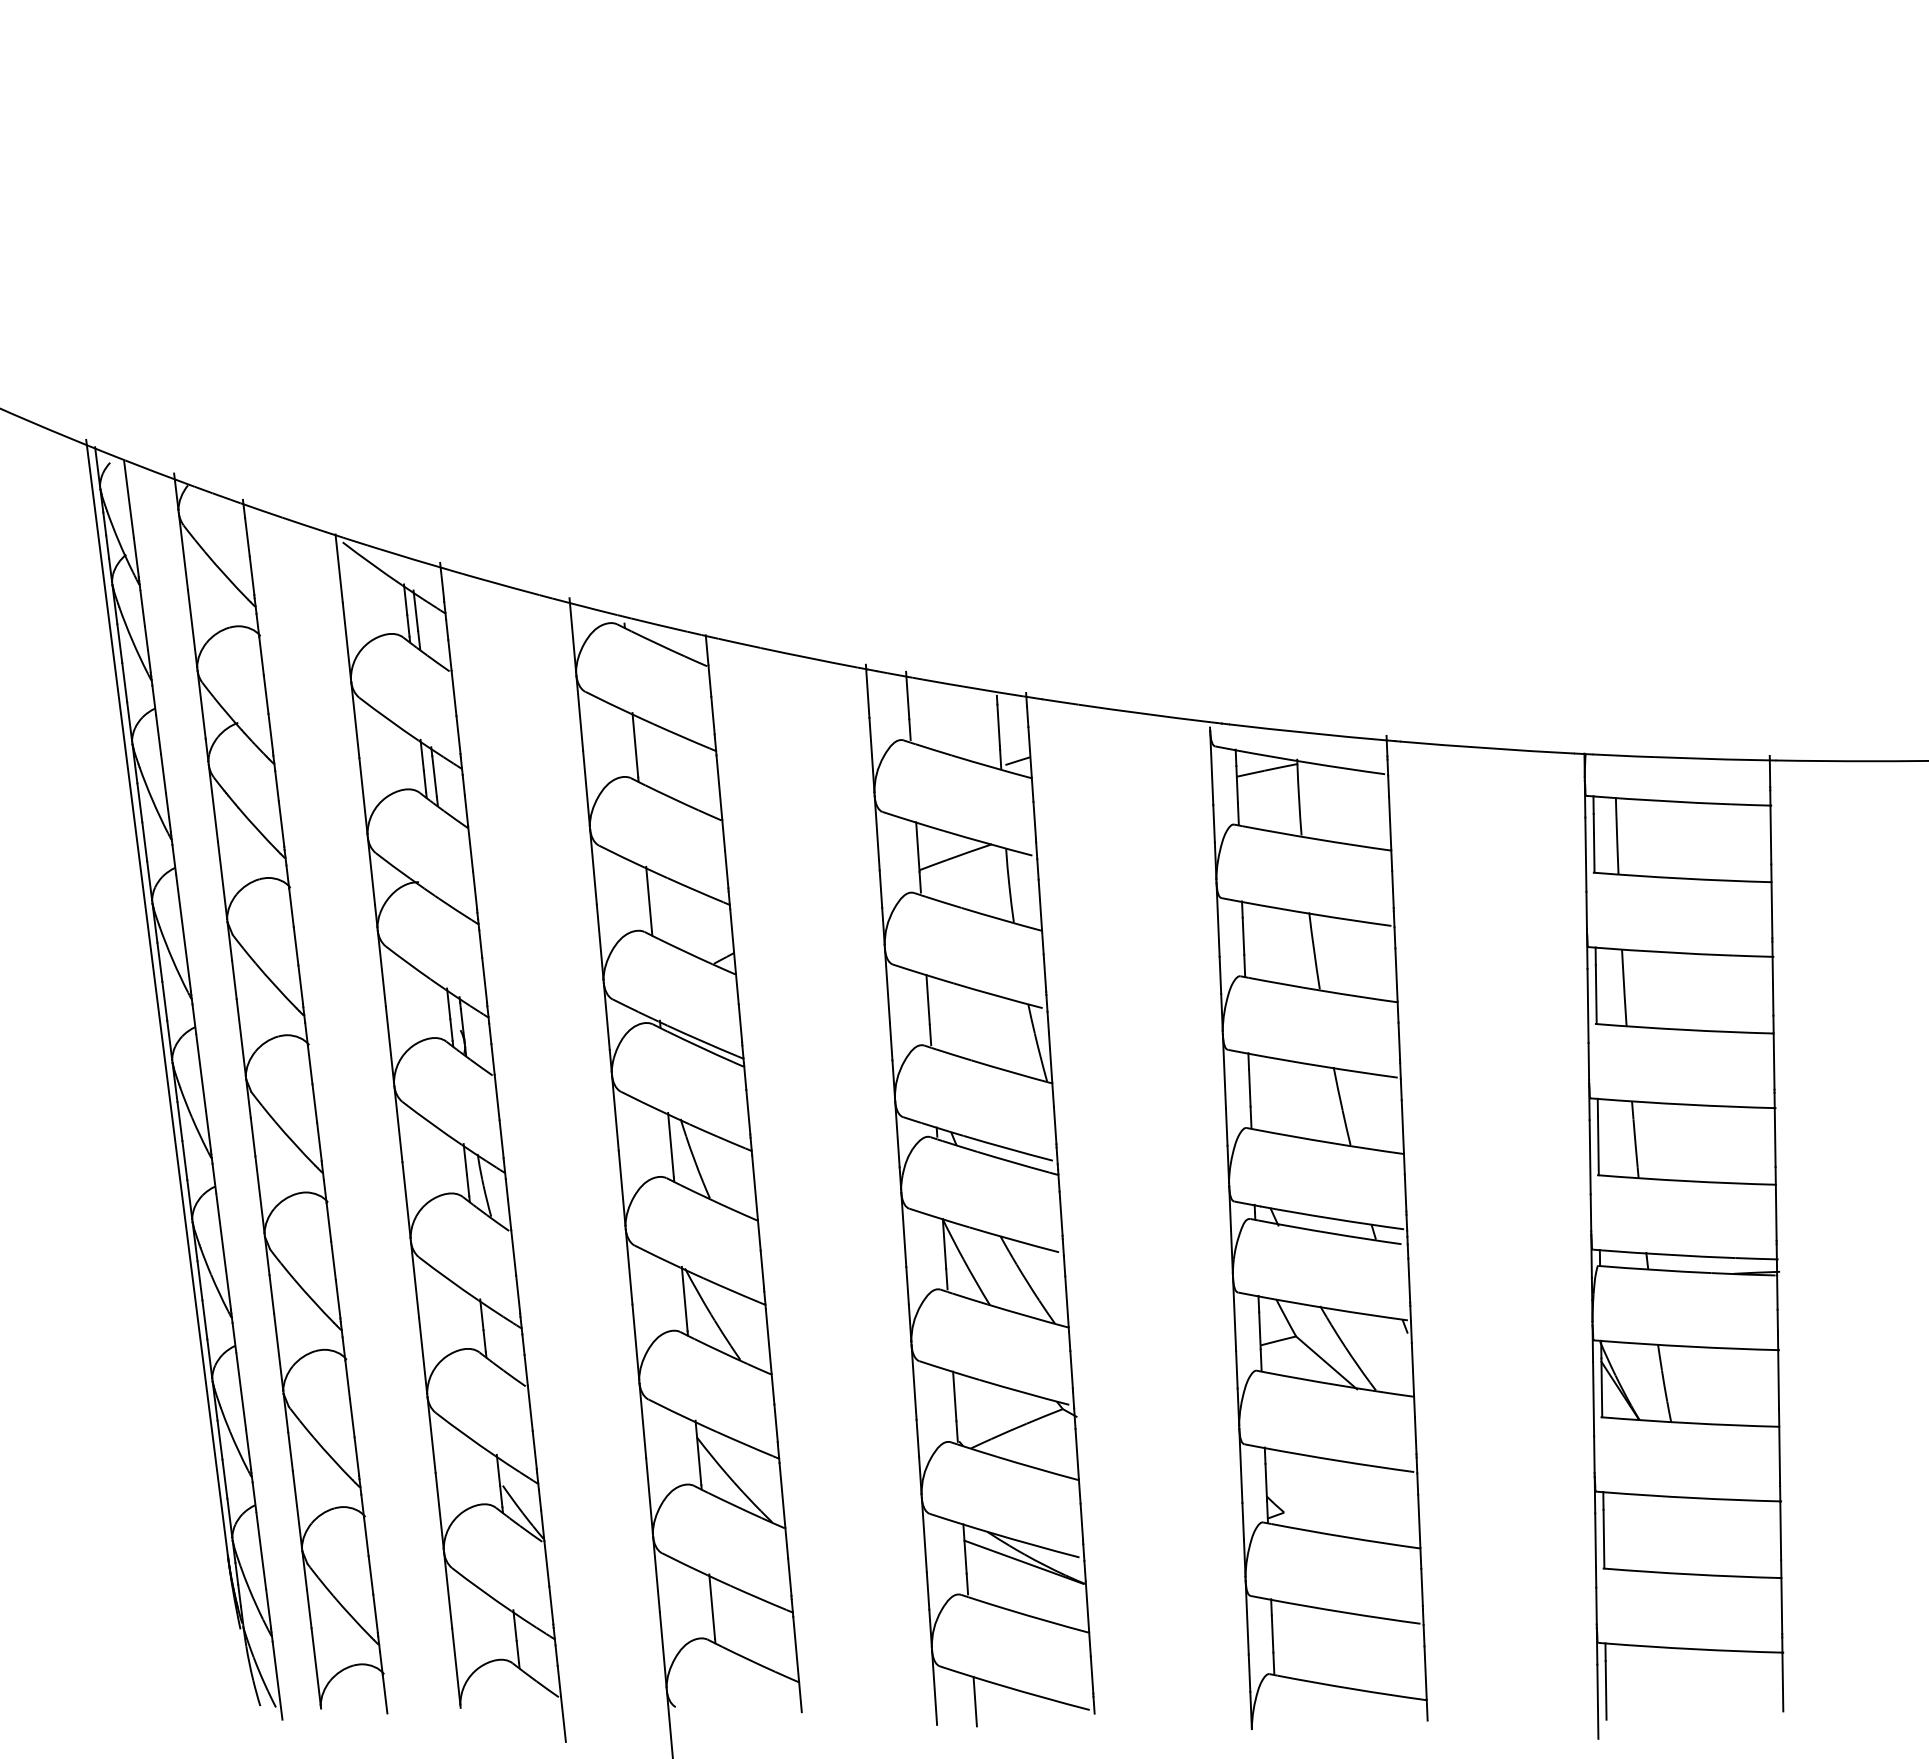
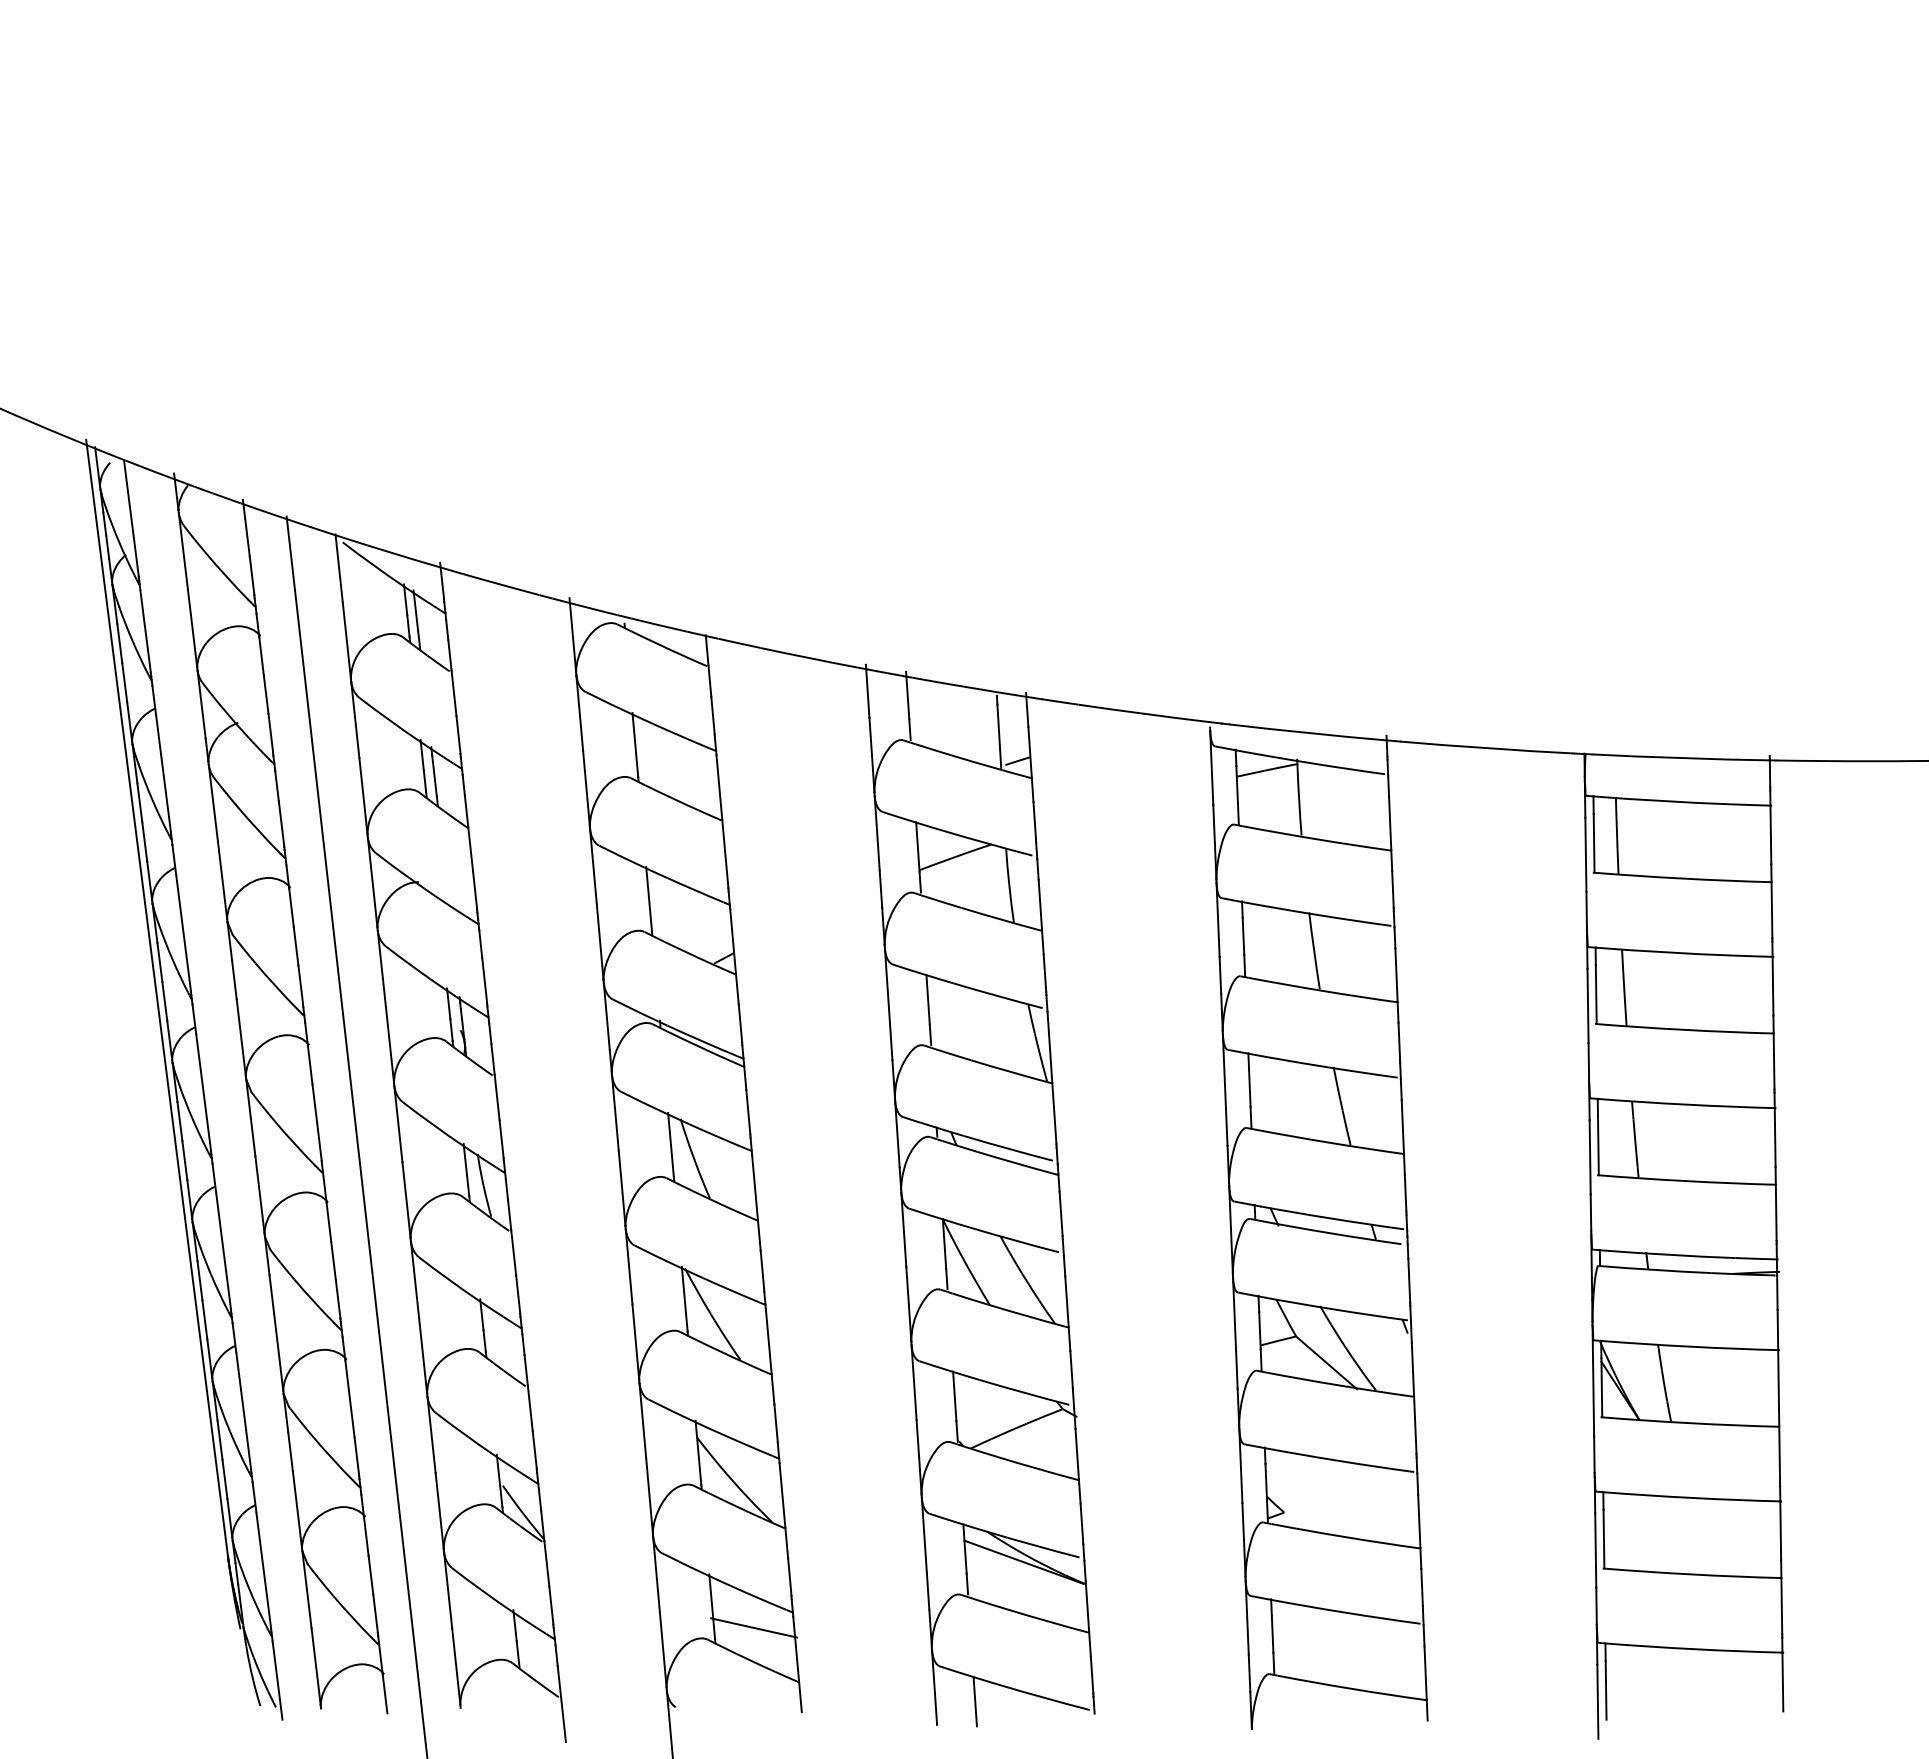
line at (356, 1135): none -> present
line at (753, 1627): none -> present
